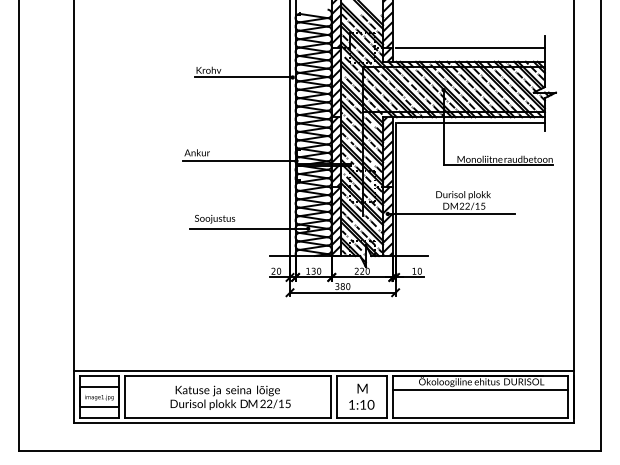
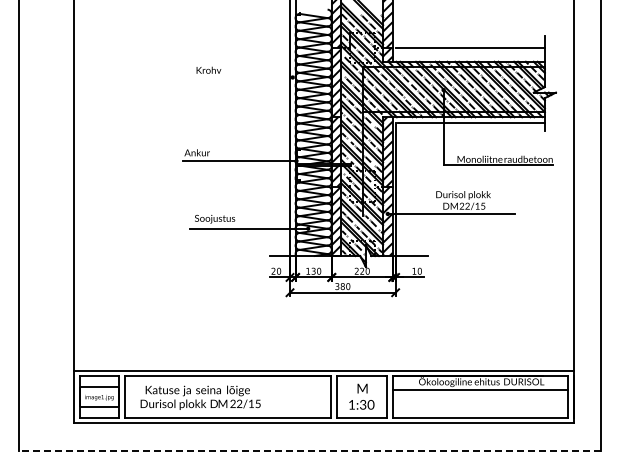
line at (243, 77): present -> none
text at (230, 397) position: (230, 397) -> (200, 397)
text at (363, 404): 1:10 -> 1:30
line at (309, 451): solid -> dashed
